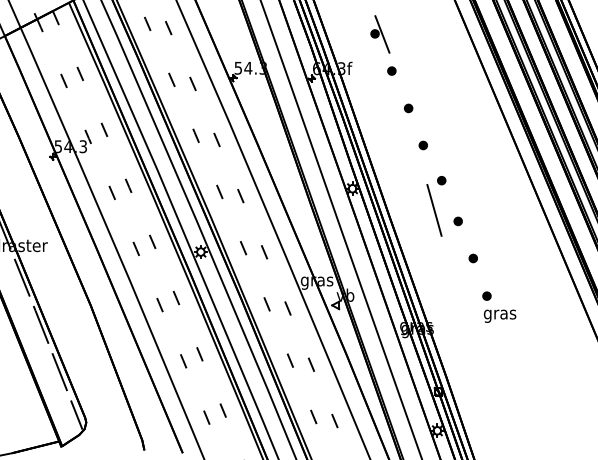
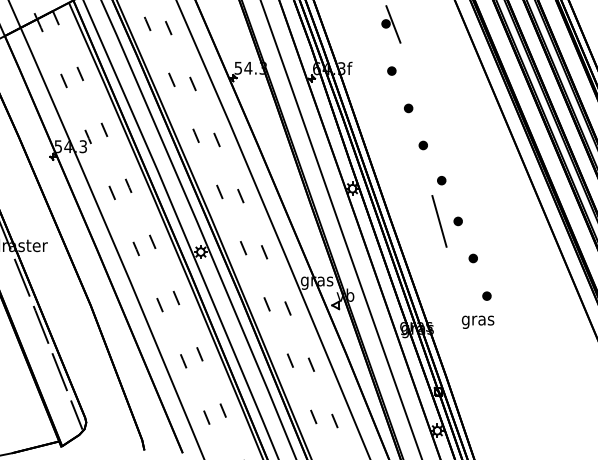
part at (380, 34) position: (380, 34) -> (391, 24)
line at (434, 210) position: (434, 210) -> (439, 221)
text at (499, 315) position: (499, 315) -> (477, 321)
